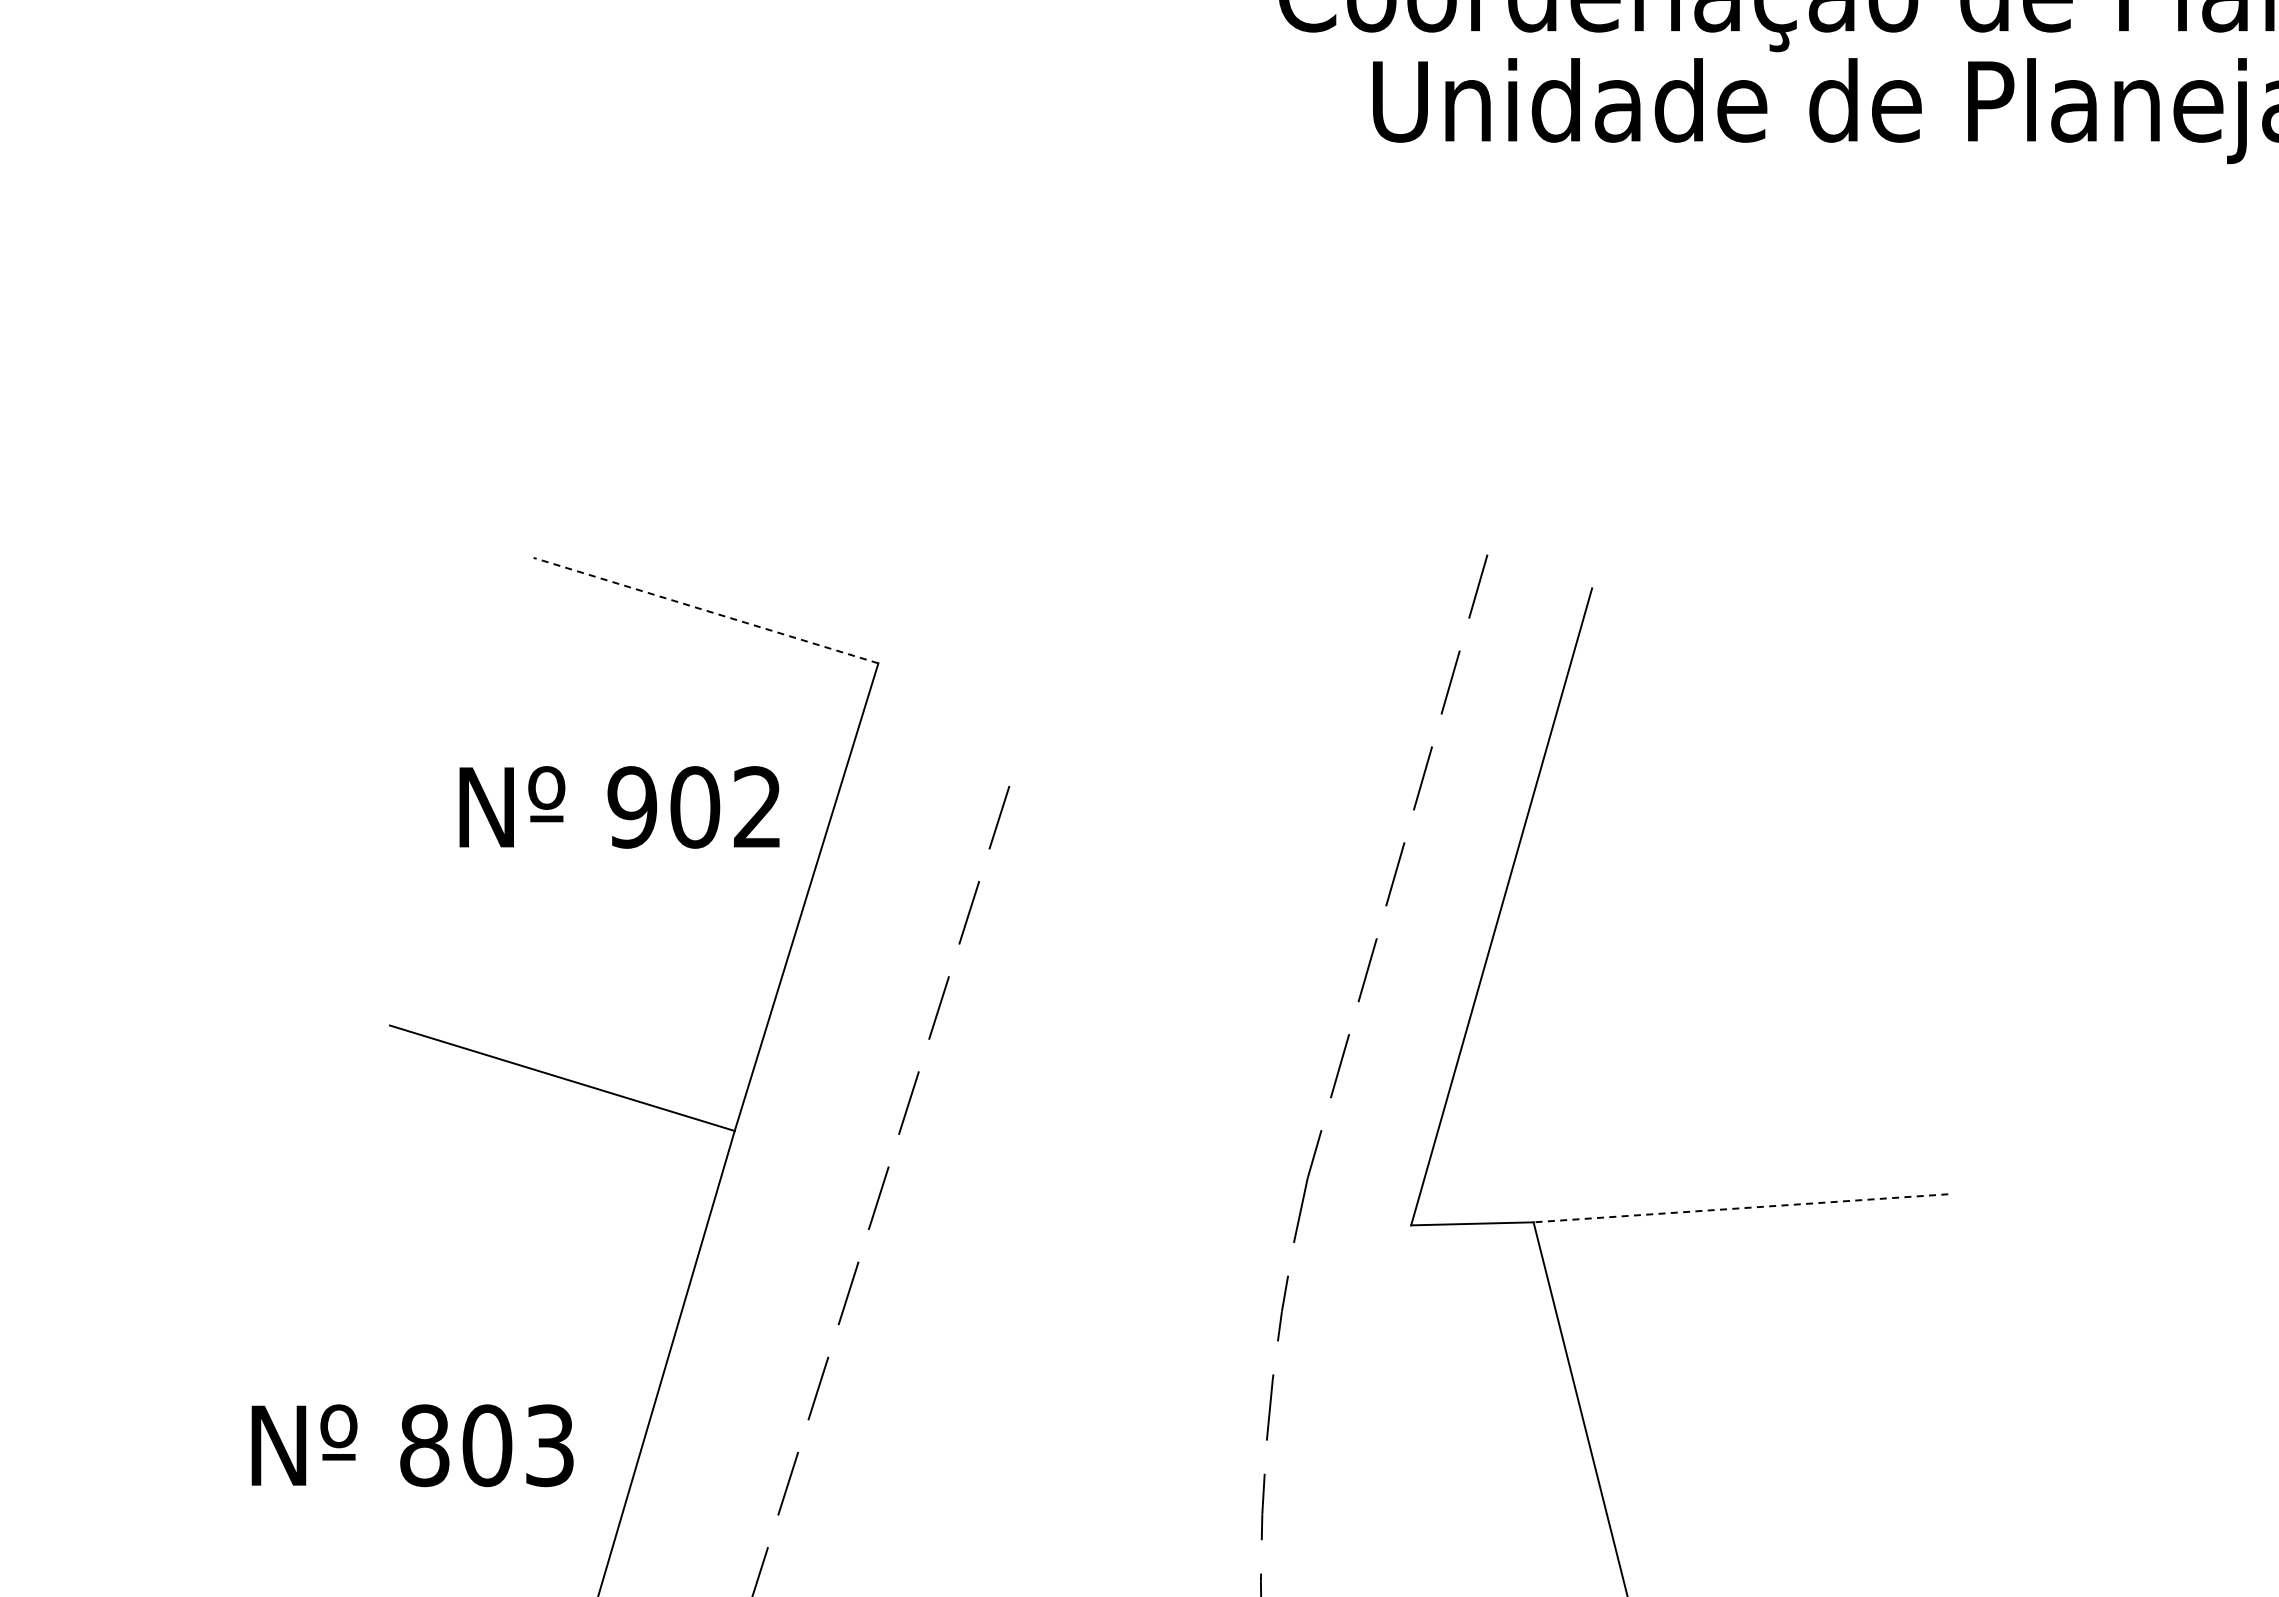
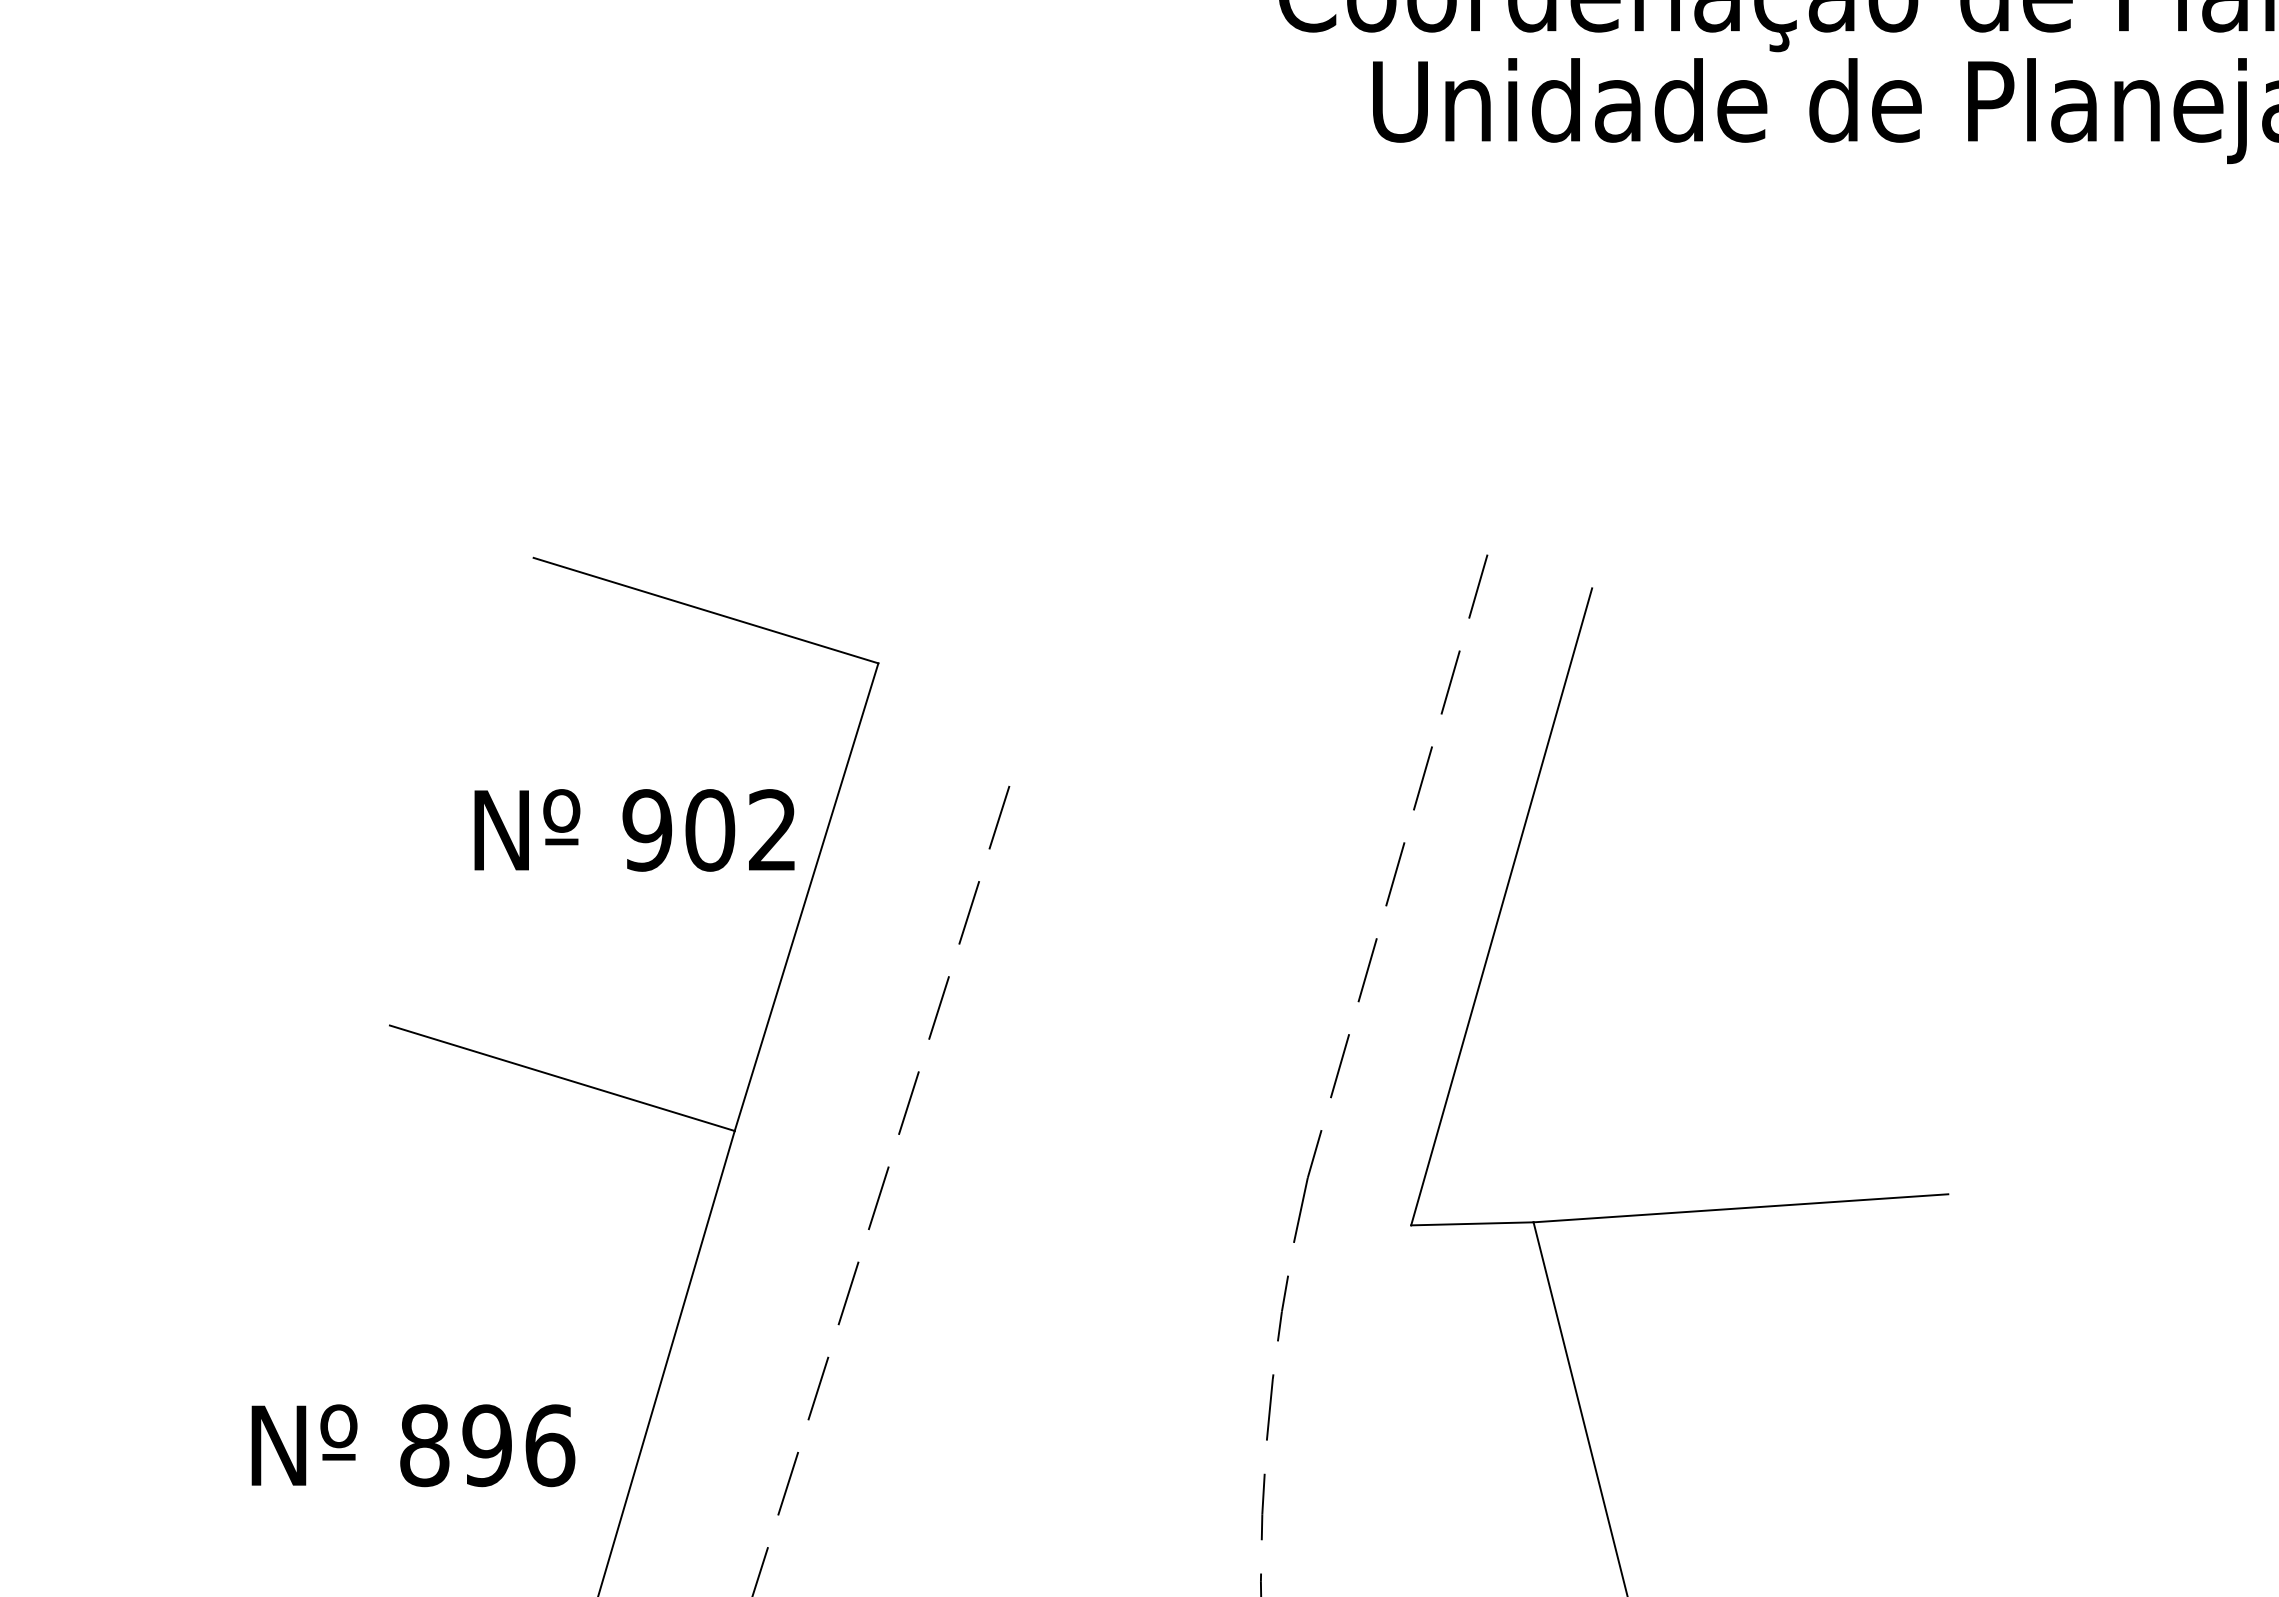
line at (705, 610): dashed -> solid
text at (619, 807) position: (619, 807) -> (634, 830)
line at (1740, 1208): dashed -> solid
text at (518, 1445): 803 -> 896
